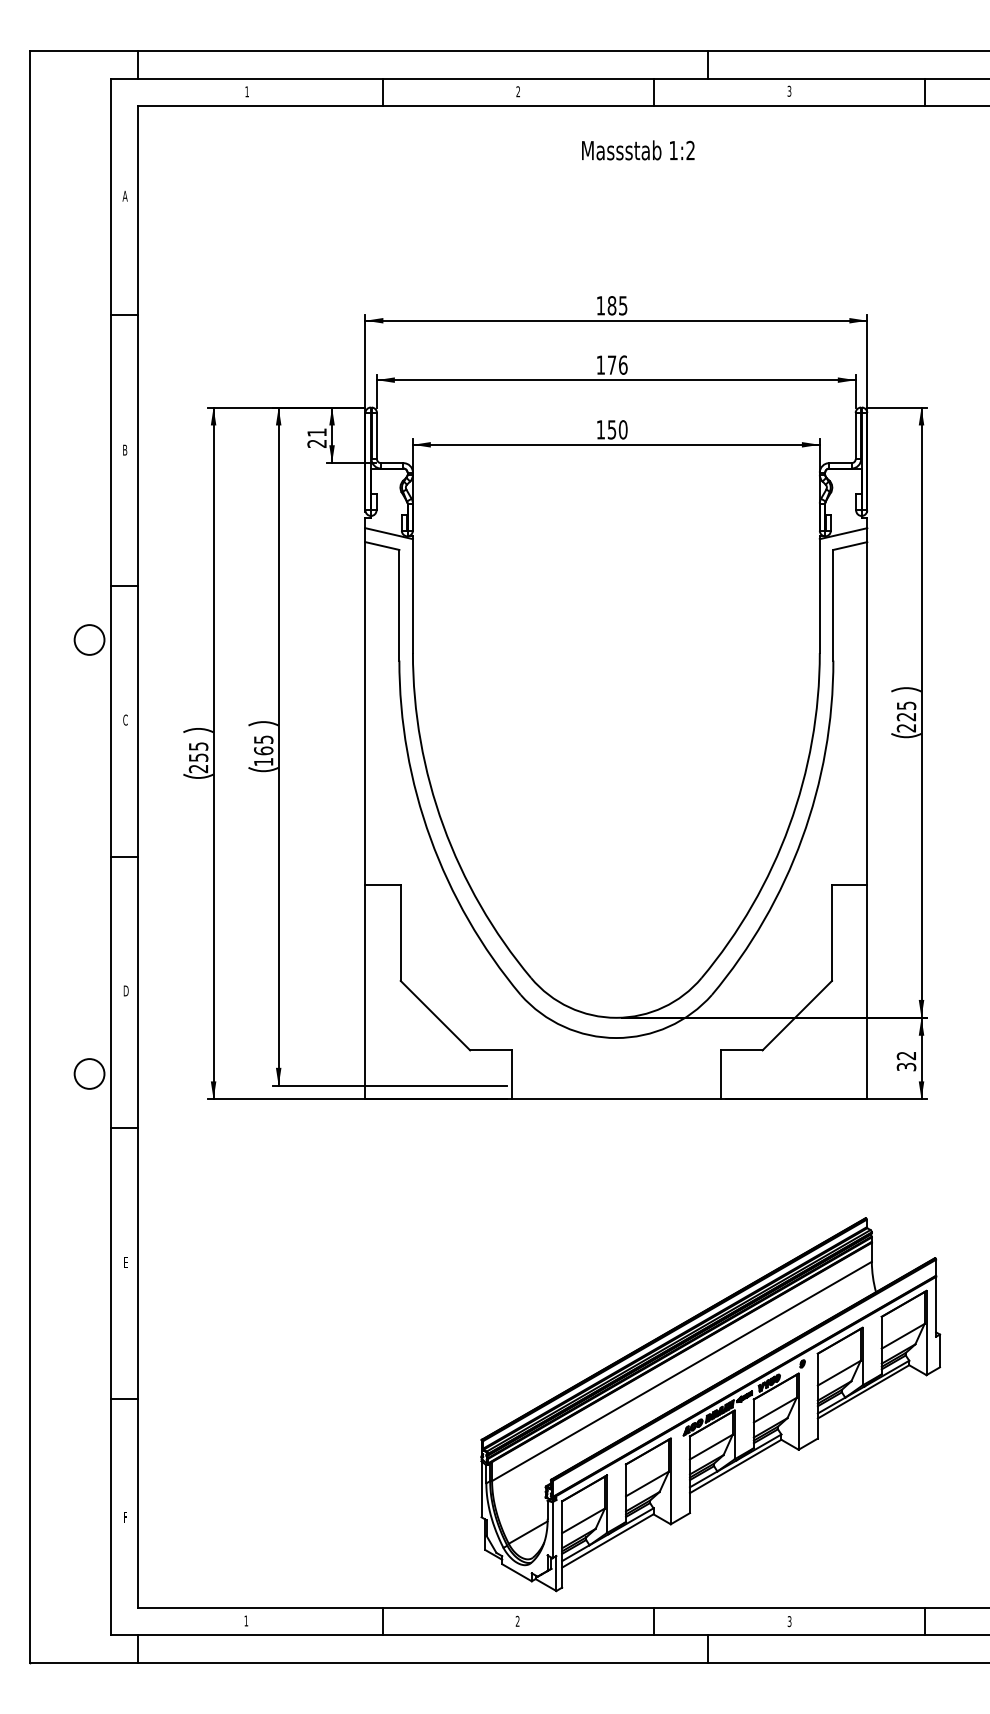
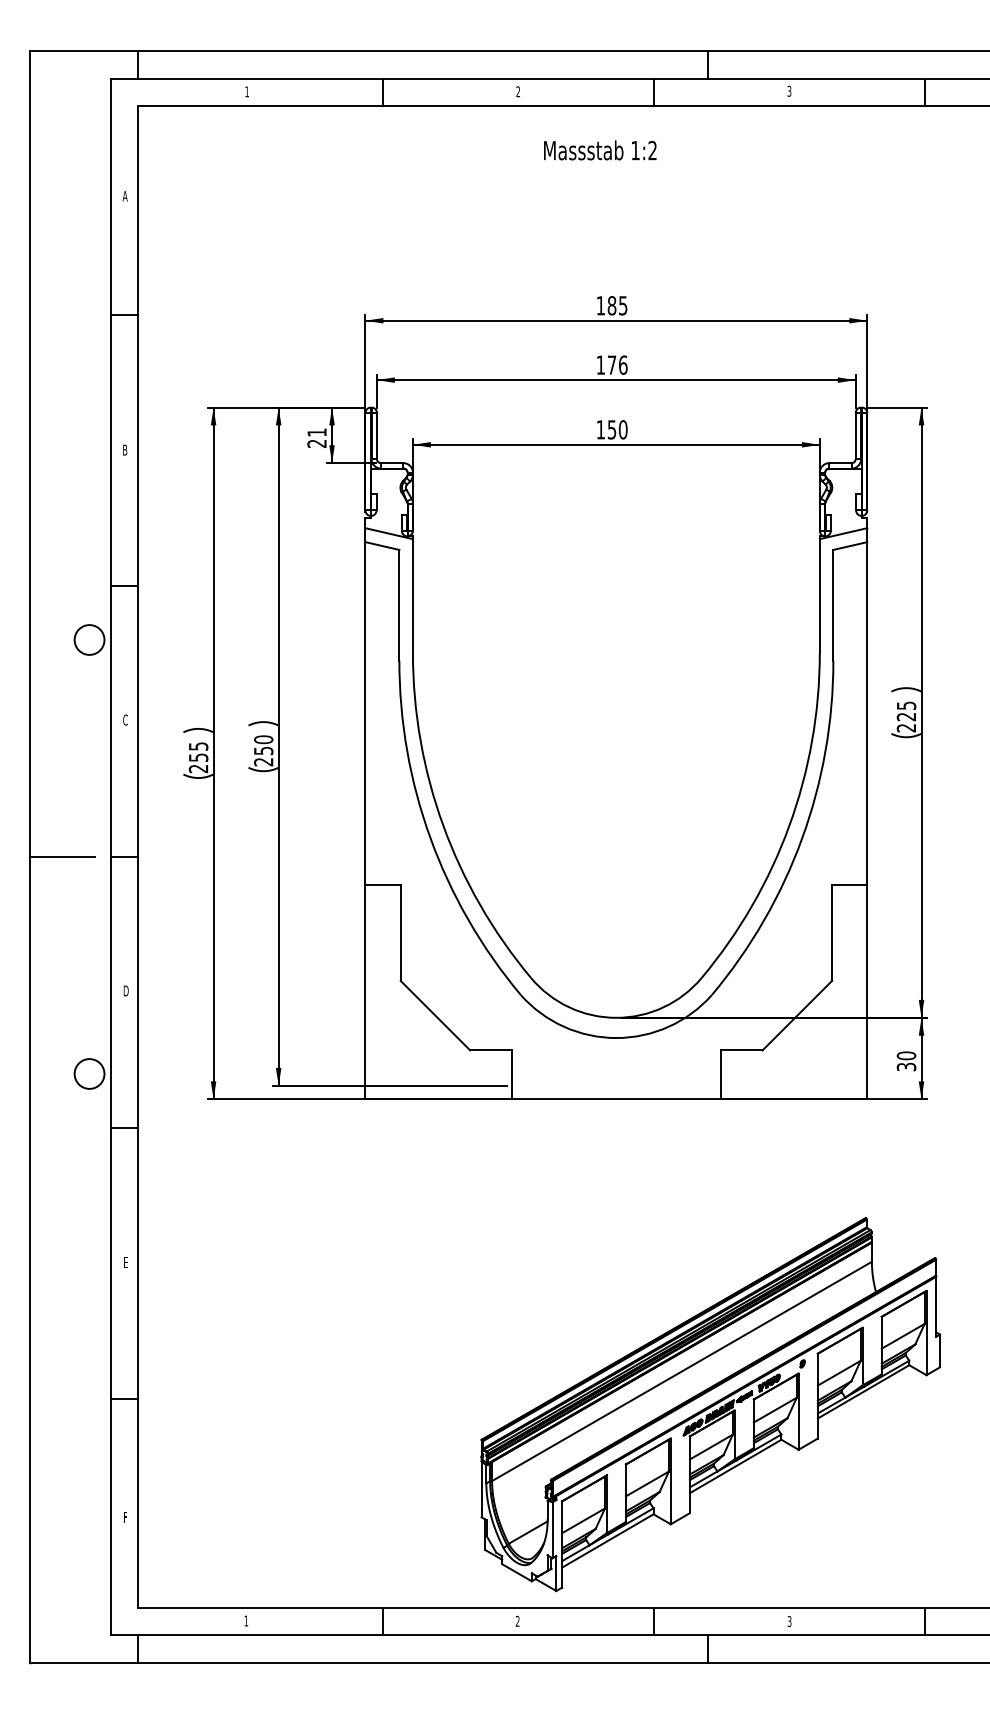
text at (638, 150) position: (638, 150) -> (600, 150)
text at (263, 750): 165 -> 250
line at (62, 856): none -> present
text at (906, 1055): 32 -> 30
